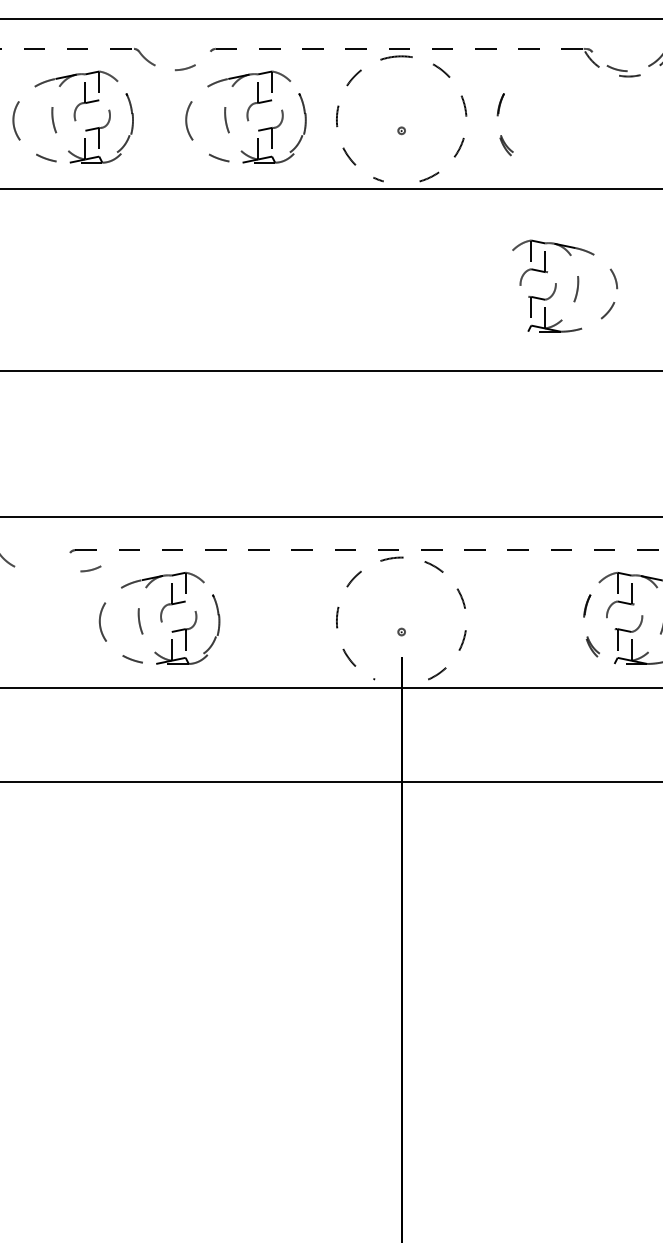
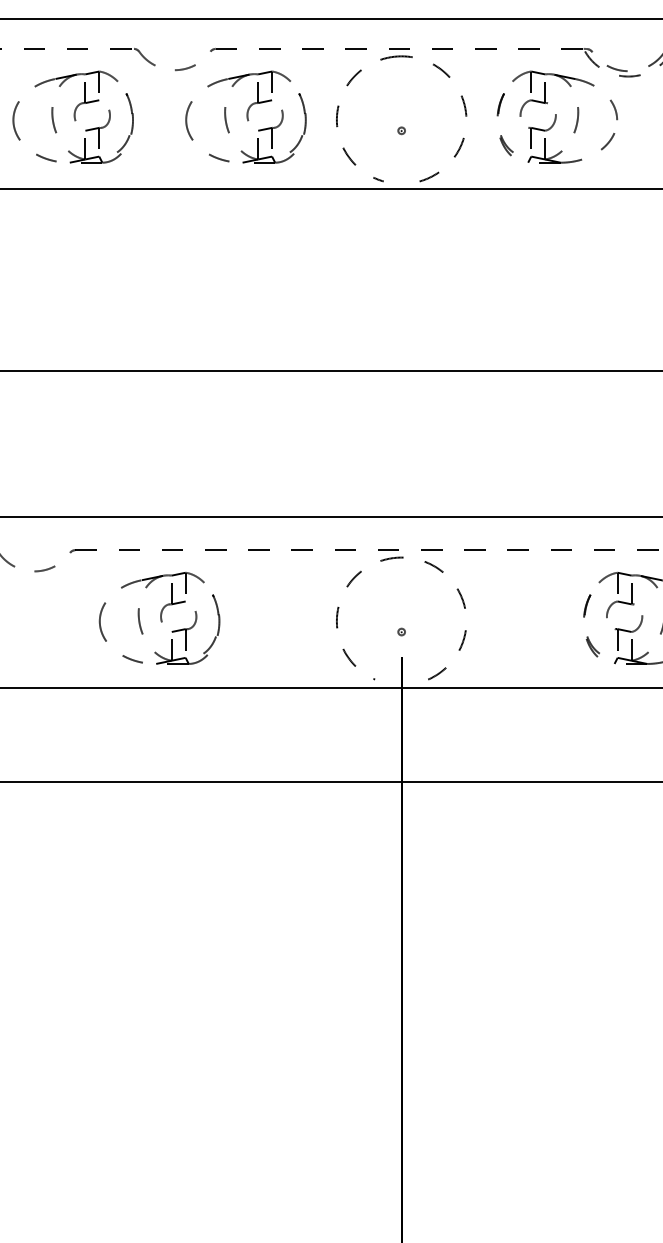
part at (556, 285) position: (556, 285) -> (556, 116)
line at (90, 569) position: (90, 569) -> (44, 569)
